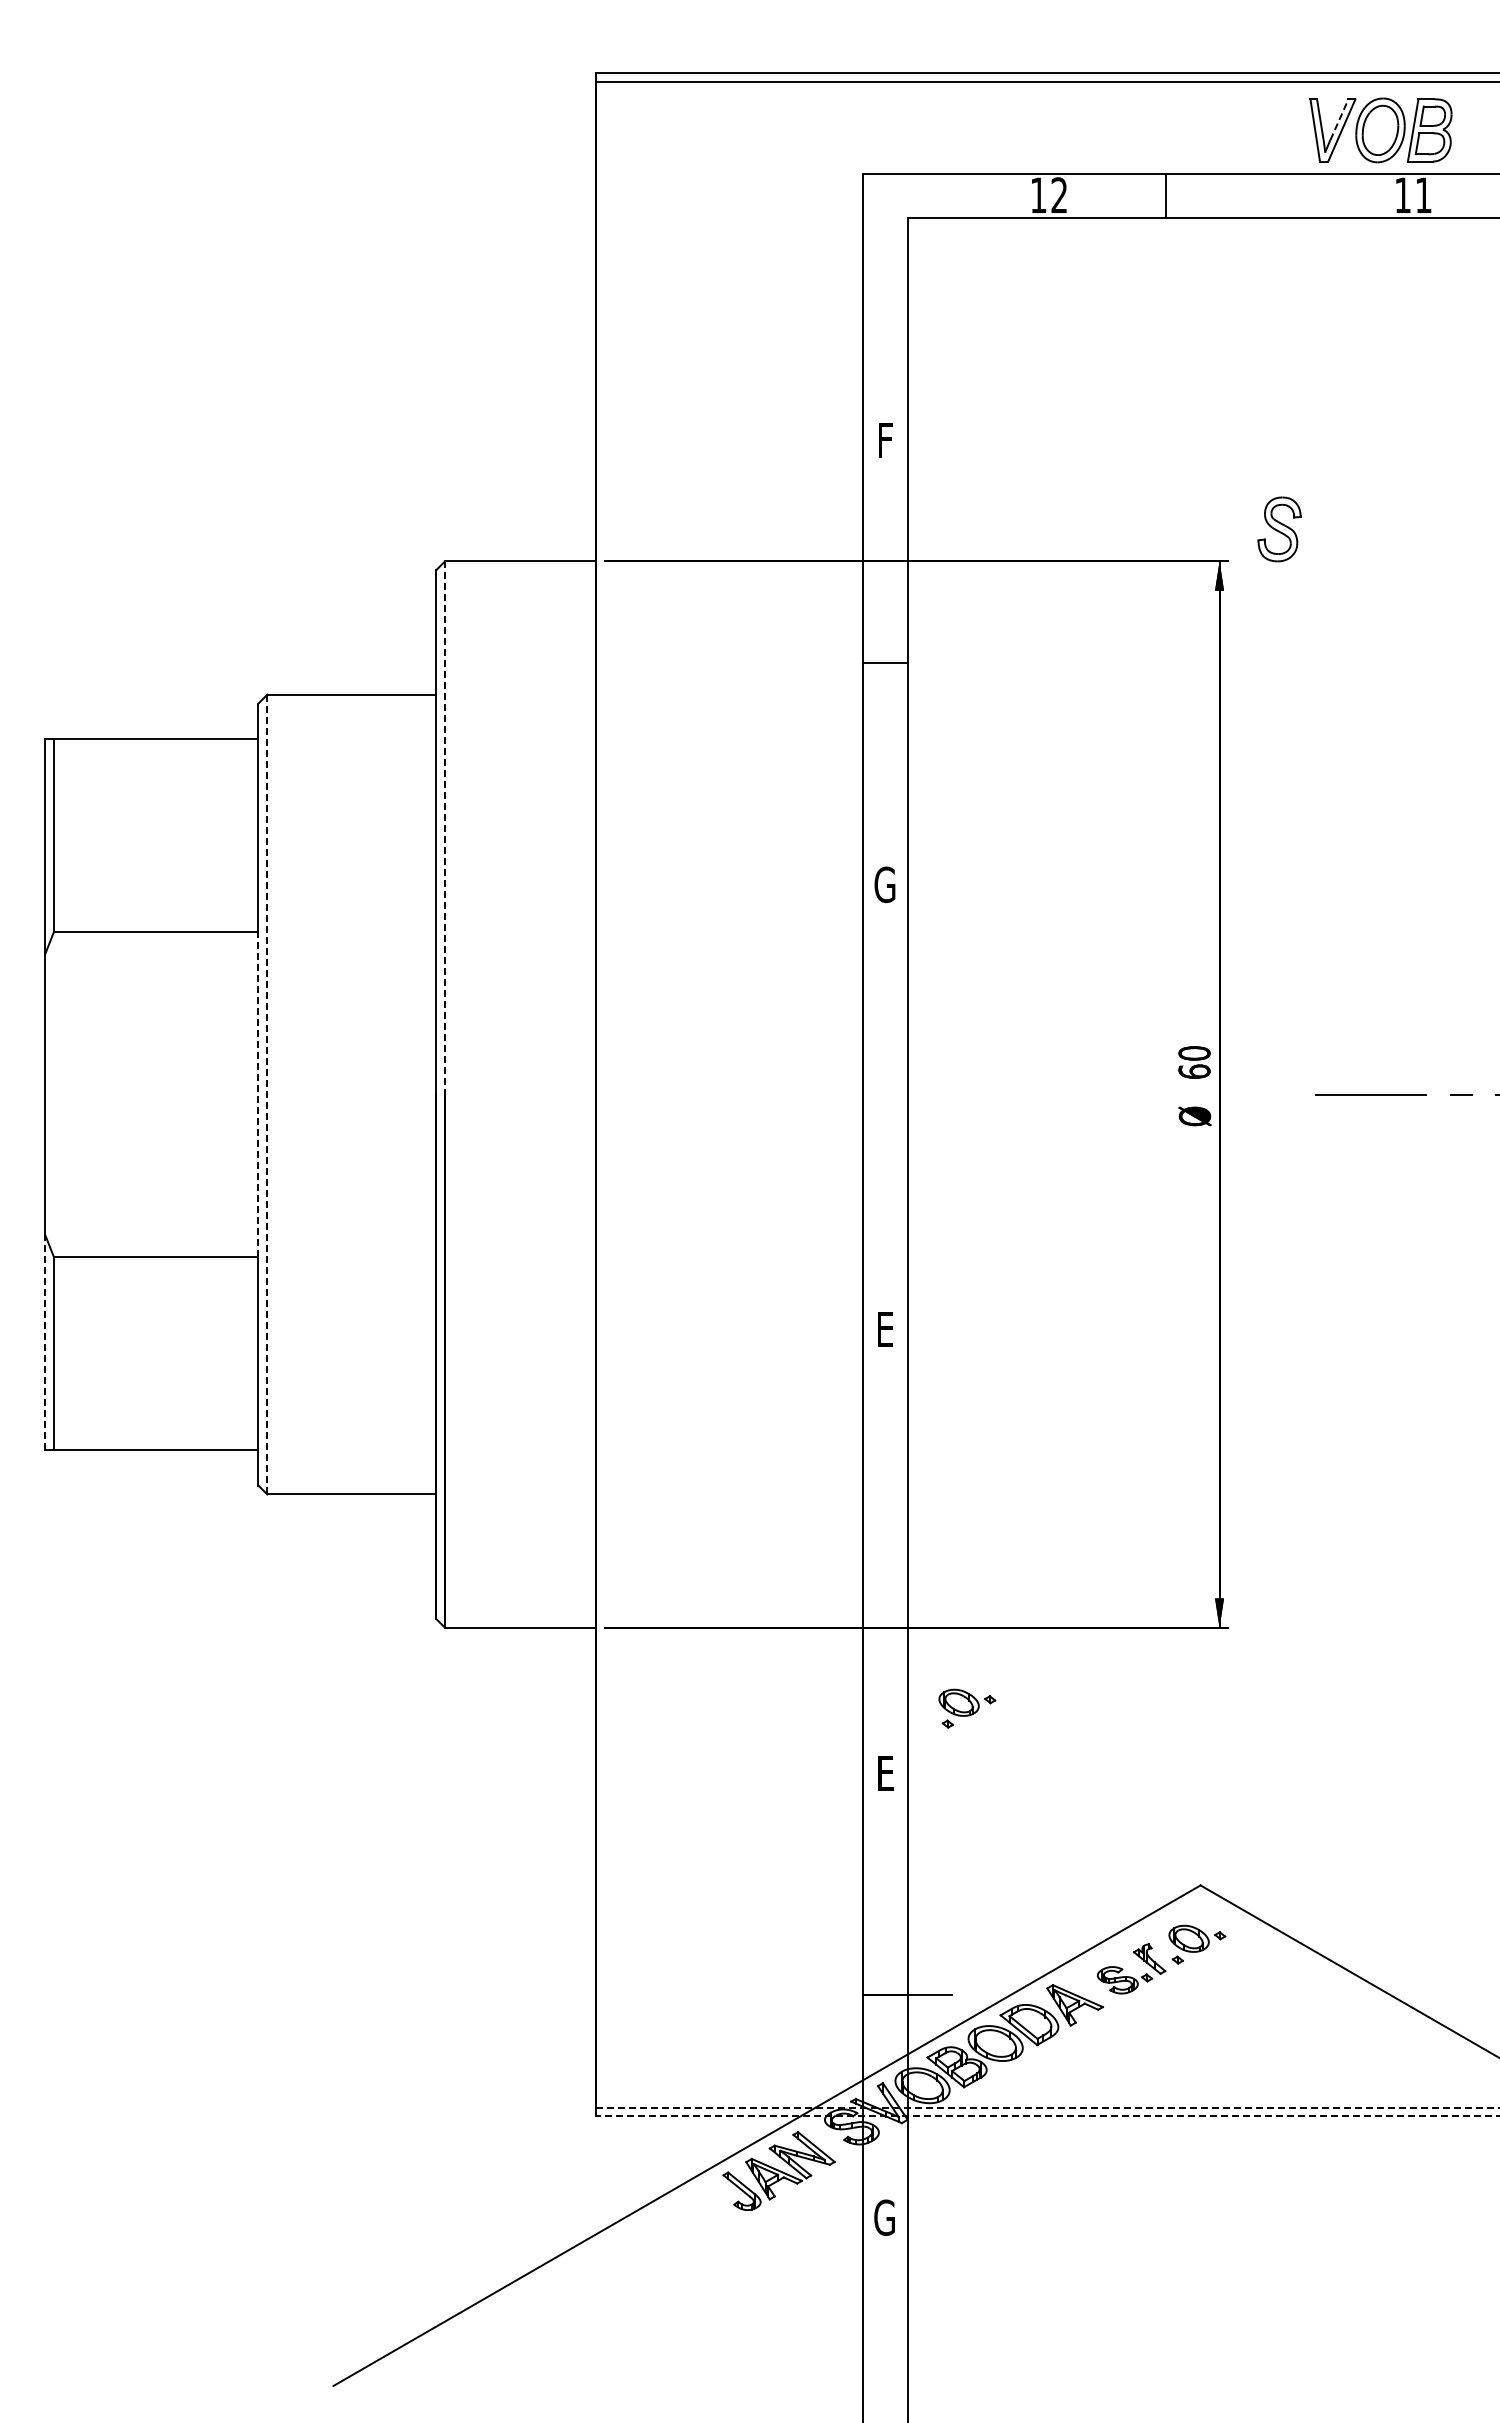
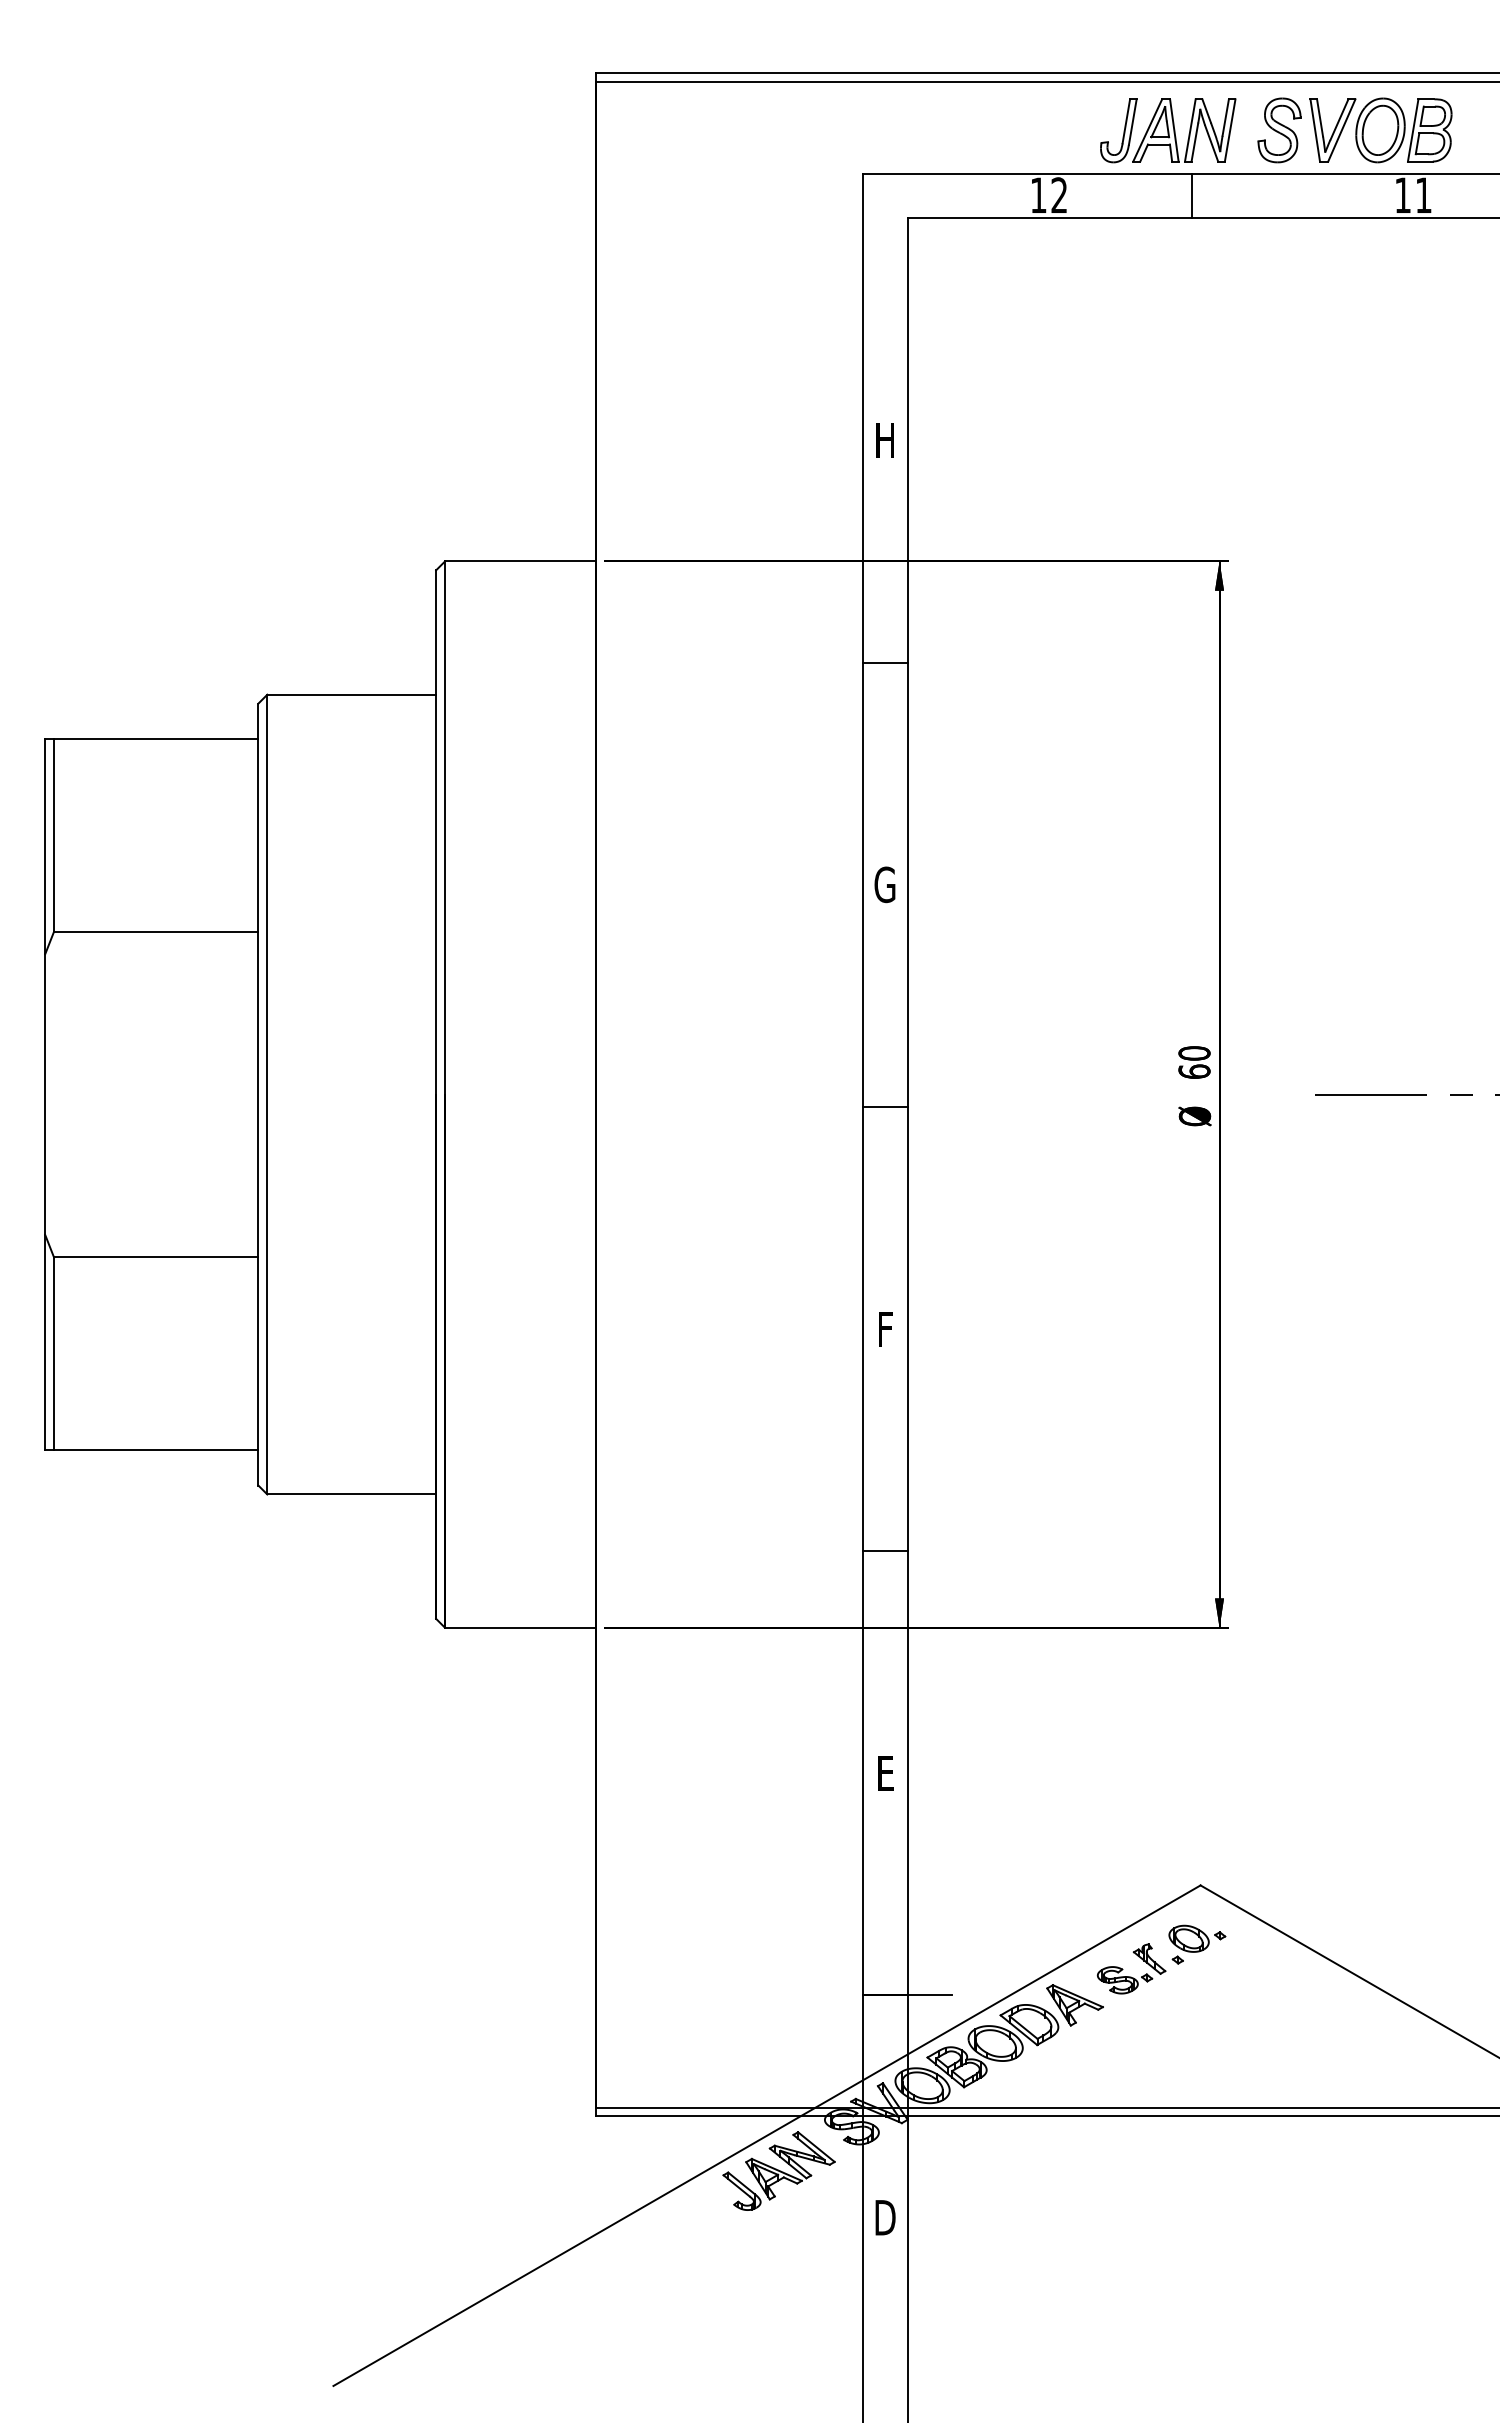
line at (1339, 119): dashed -> solid
part at (1168, 130): none -> present
line at (1166, 195) position: (1166, 195) -> (1192, 195)
text at (884, 440): F -> H
part at (1279, 529) position: (1279, 529) -> (1279, 130)
line at (445, 828): dashed -> solid
line at (258, 1094): dashed -> solid
line at (267, 1094): dashed -> solid
line at (885, 1106): none -> present
text at (885, 1329): E -> F
line at (45, 1342): dashed -> solid
line at (885, 1551): none -> present
part at (967, 1708): present -> none
line at (1047, 2107): dashed -> solid
line at (1047, 2116): dashed -> solid
text at (884, 2217): G -> D
